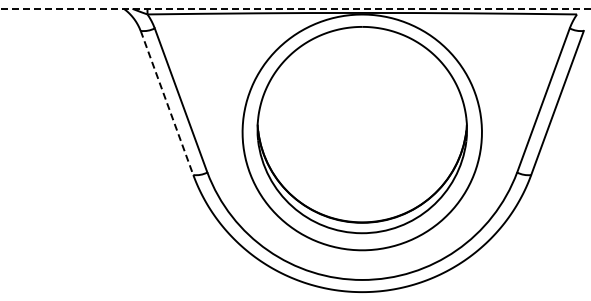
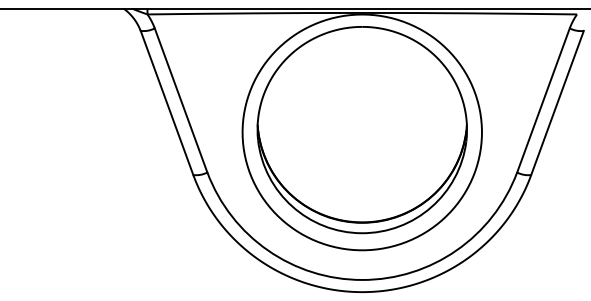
line at (295, 8): dashed -> solid
line at (167, 103): dashed -> solid
